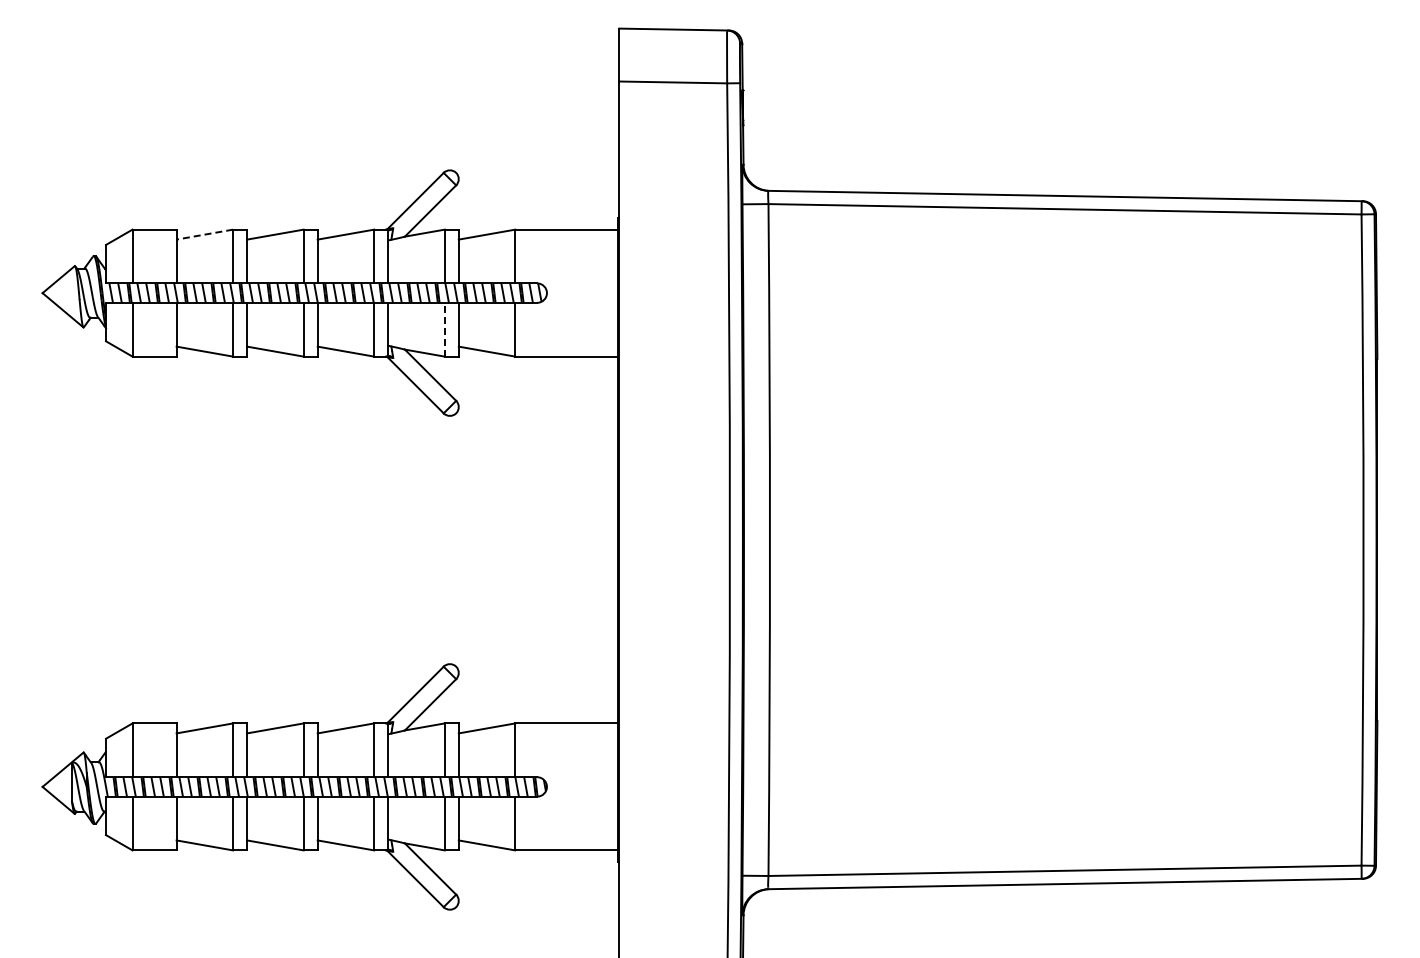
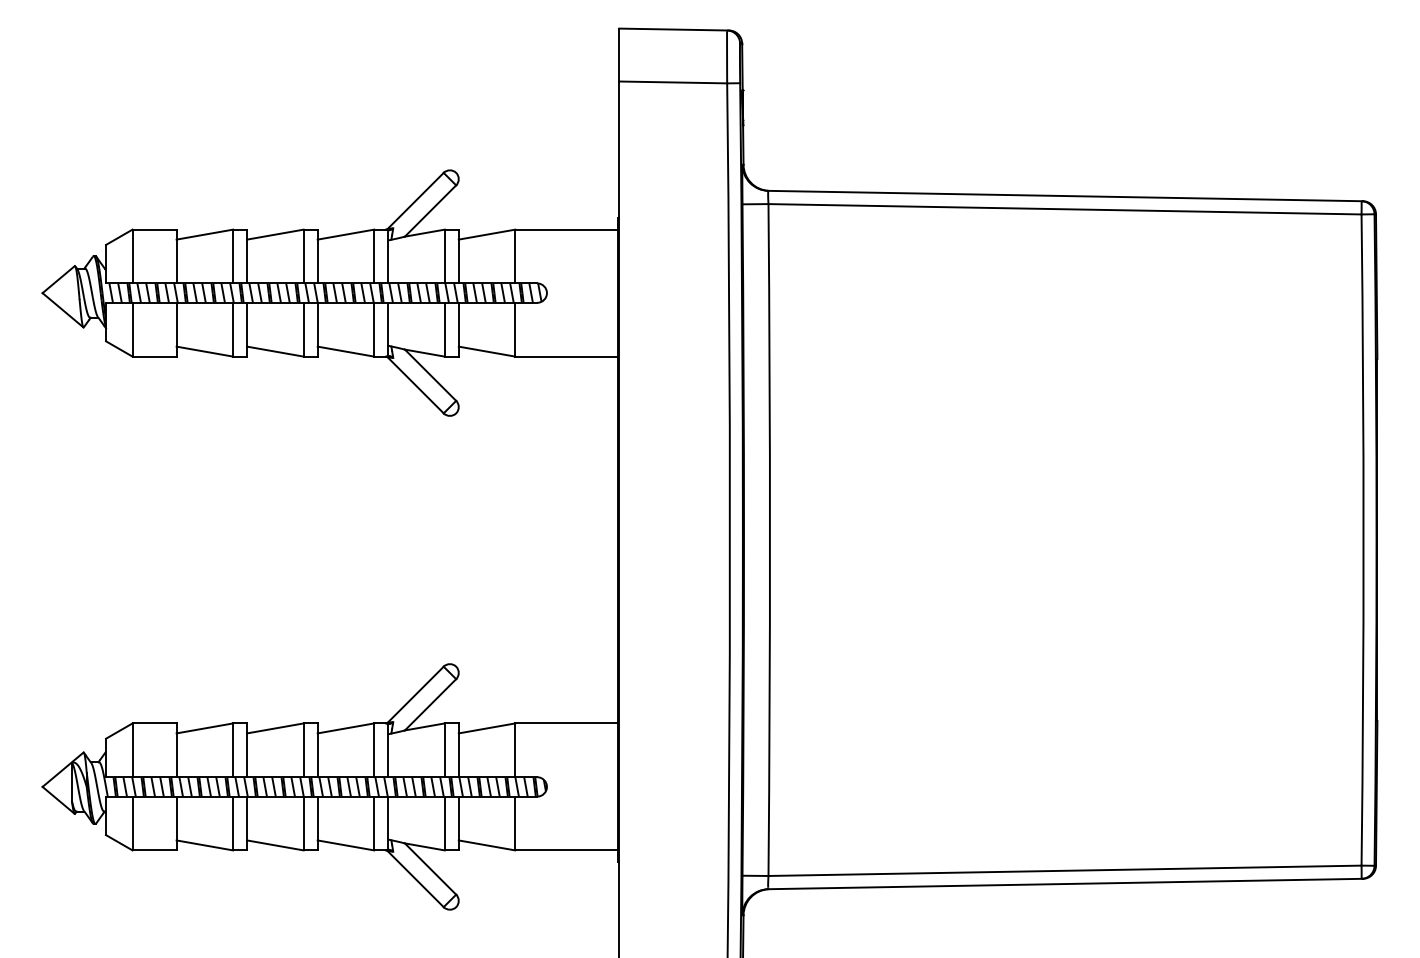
line at (204, 234): dashed -> solid
line at (444, 329): dashed -> solid
